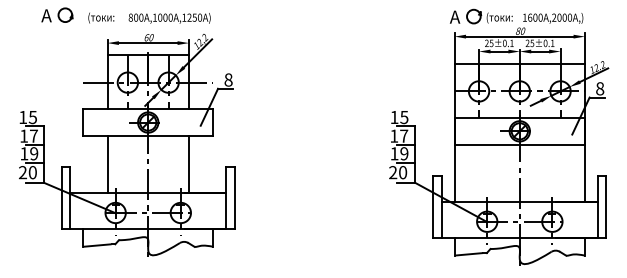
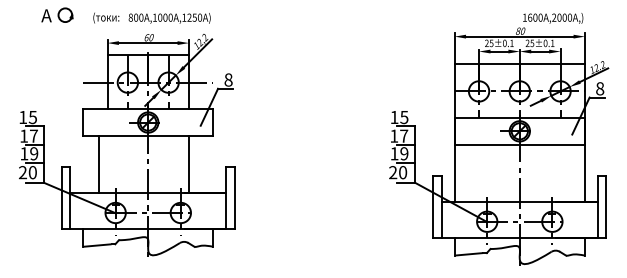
part at (481, 16): present -> none
text at (101, 17) position: (101, 17) -> (106, 17)
line at (107, 164) position: (107, 164) -> (98, 164)
